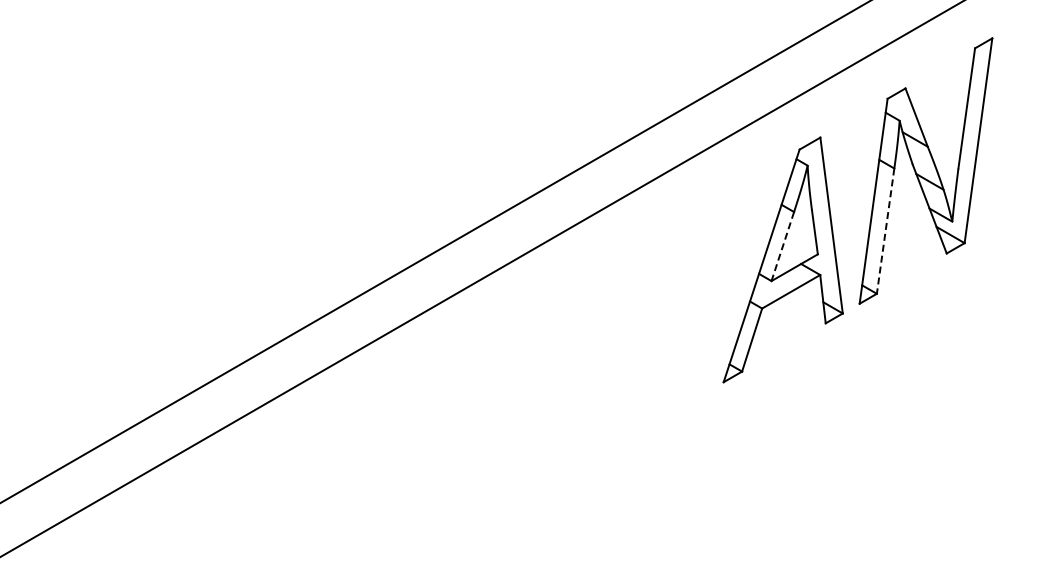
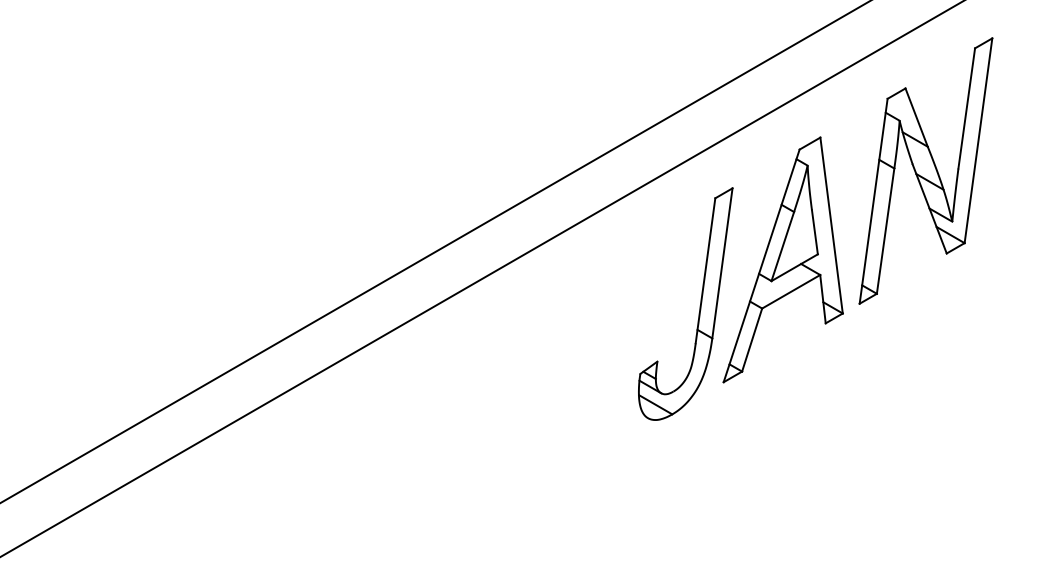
line at (885, 231): dashed -> solid
line at (782, 247): dashed -> solid
part at (699, 305): none -> present
